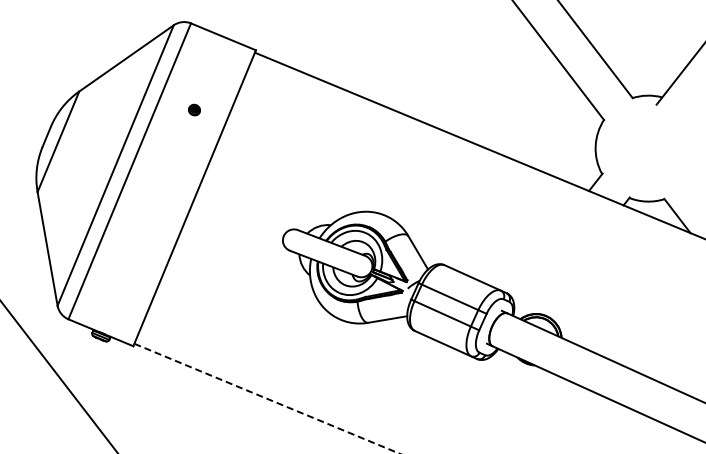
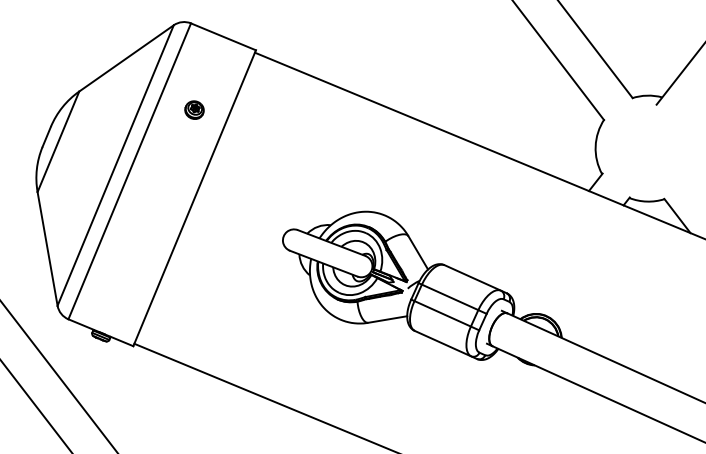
part at (194, 109) size: 13x14 px -> 21x20 px
line at (267, 398): dashed -> solid
line at (36, 406): none -> present
